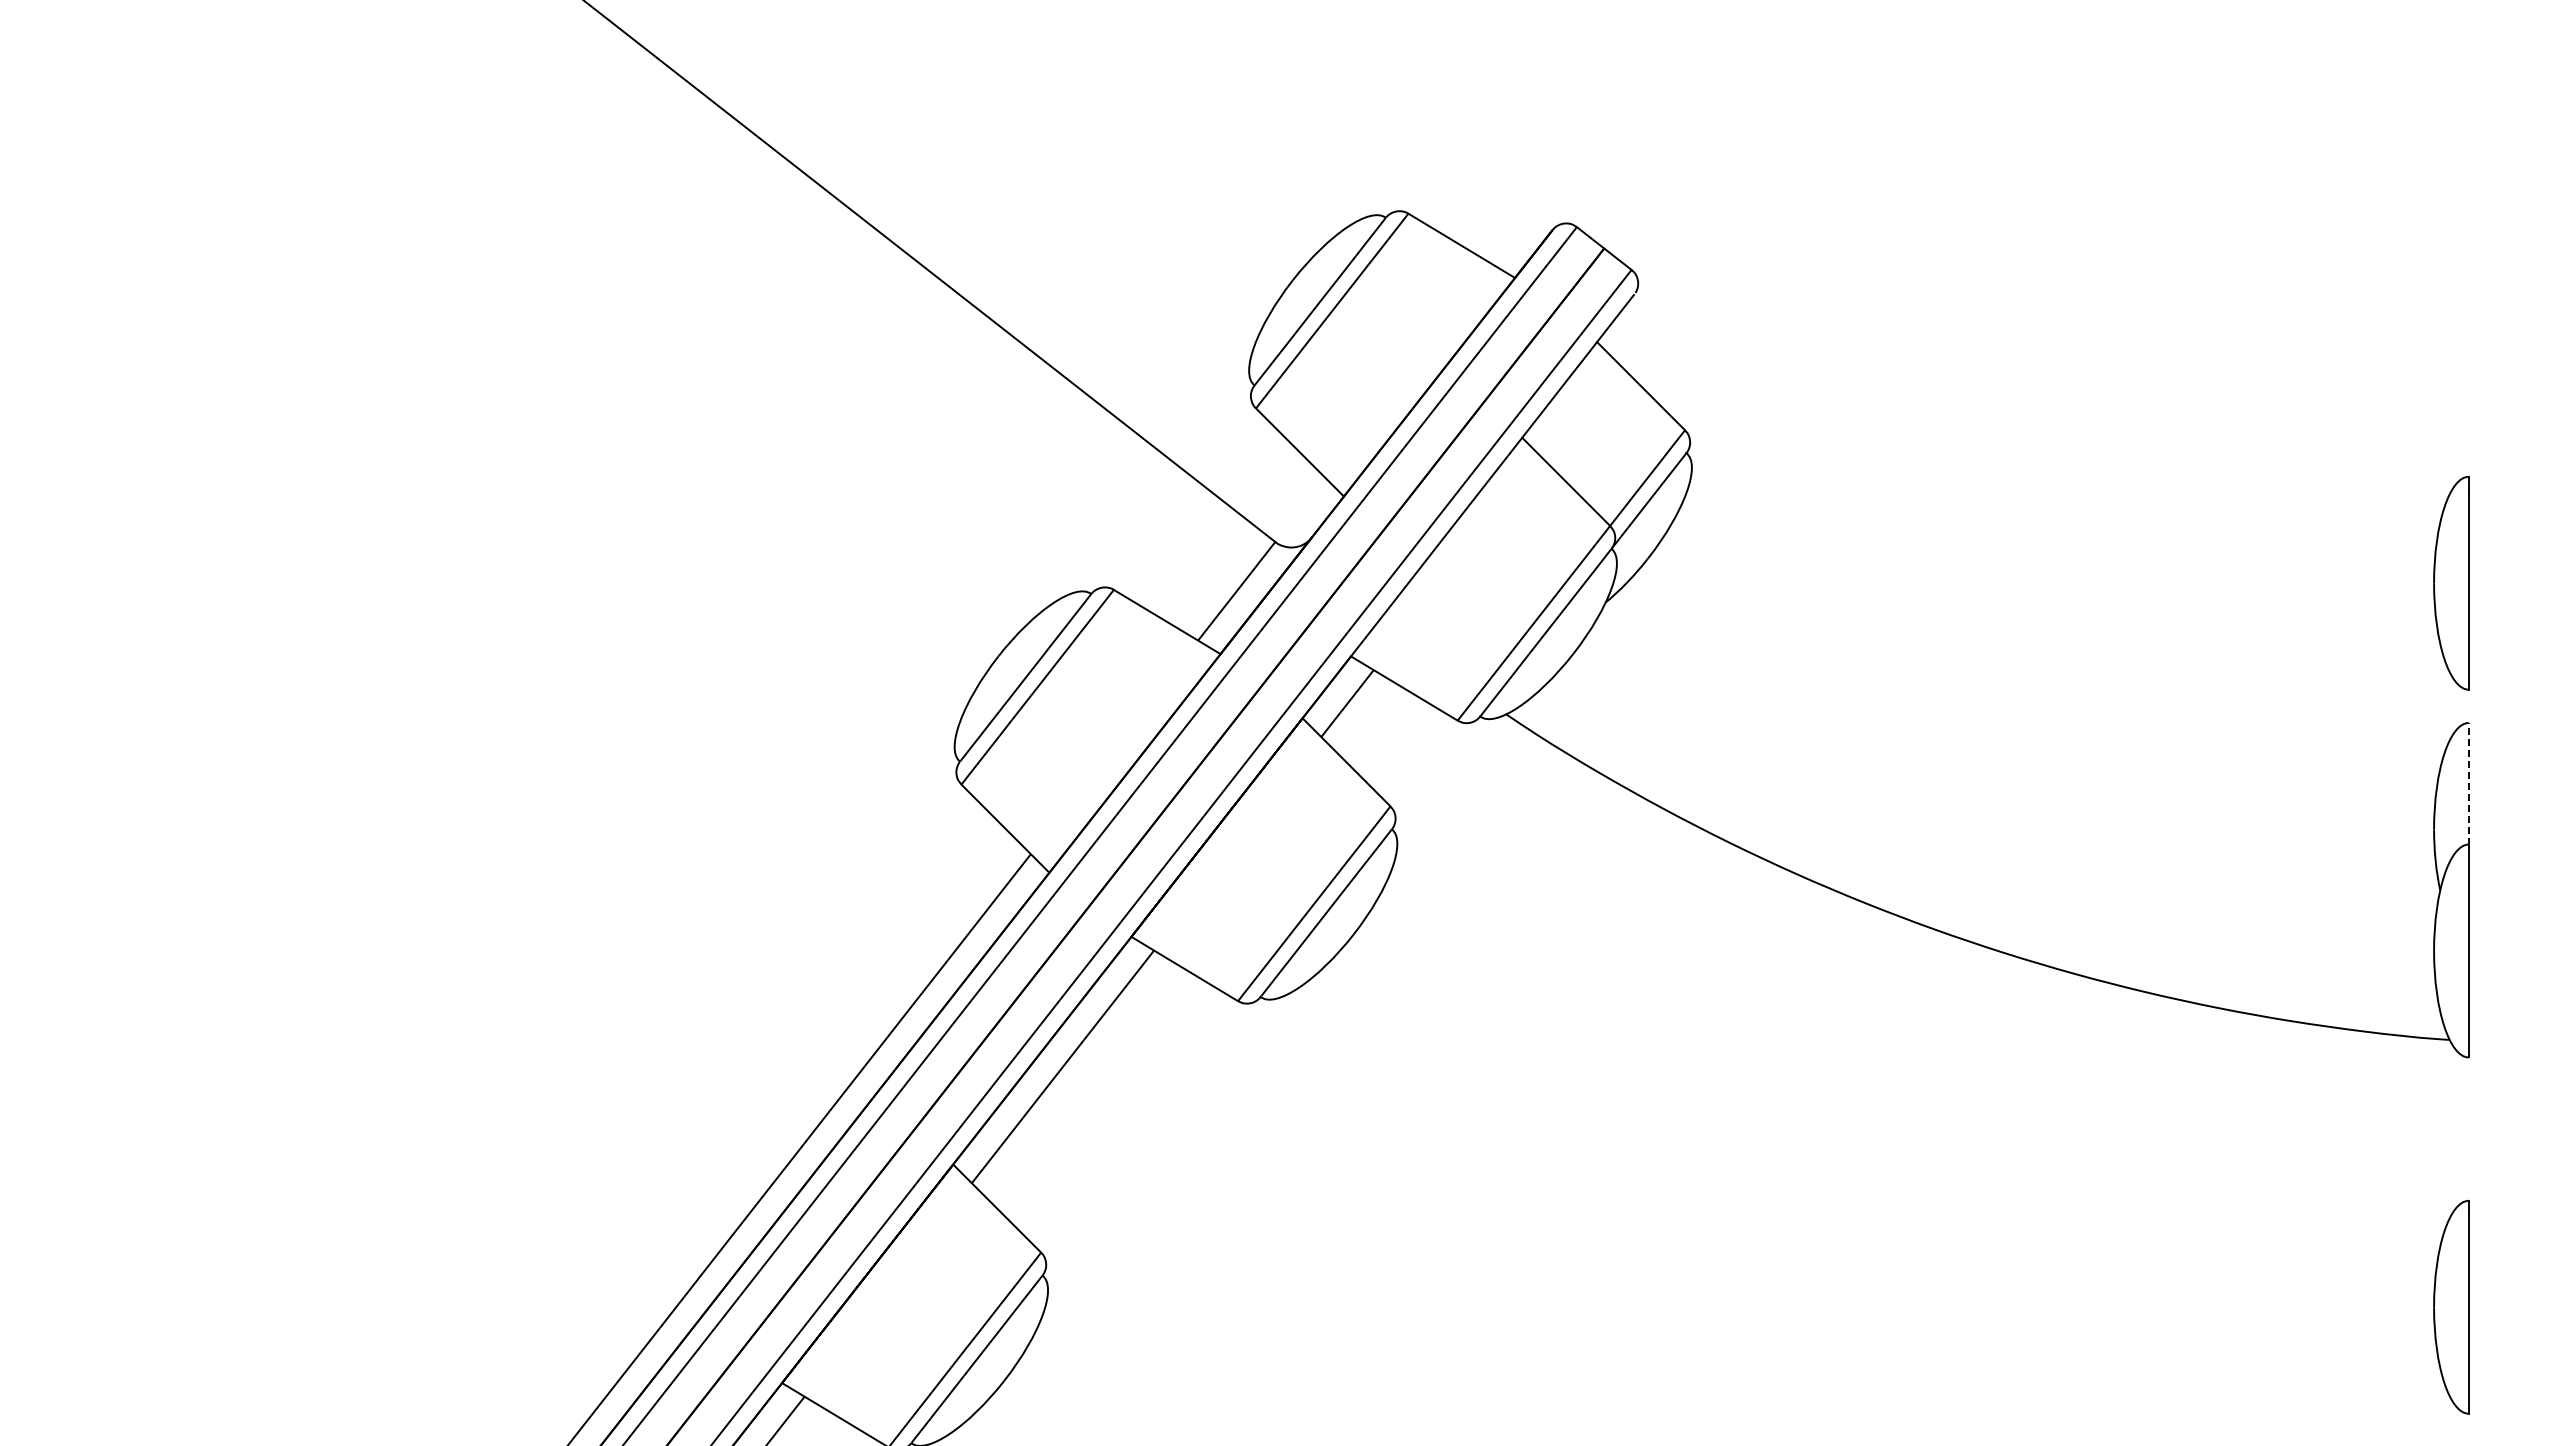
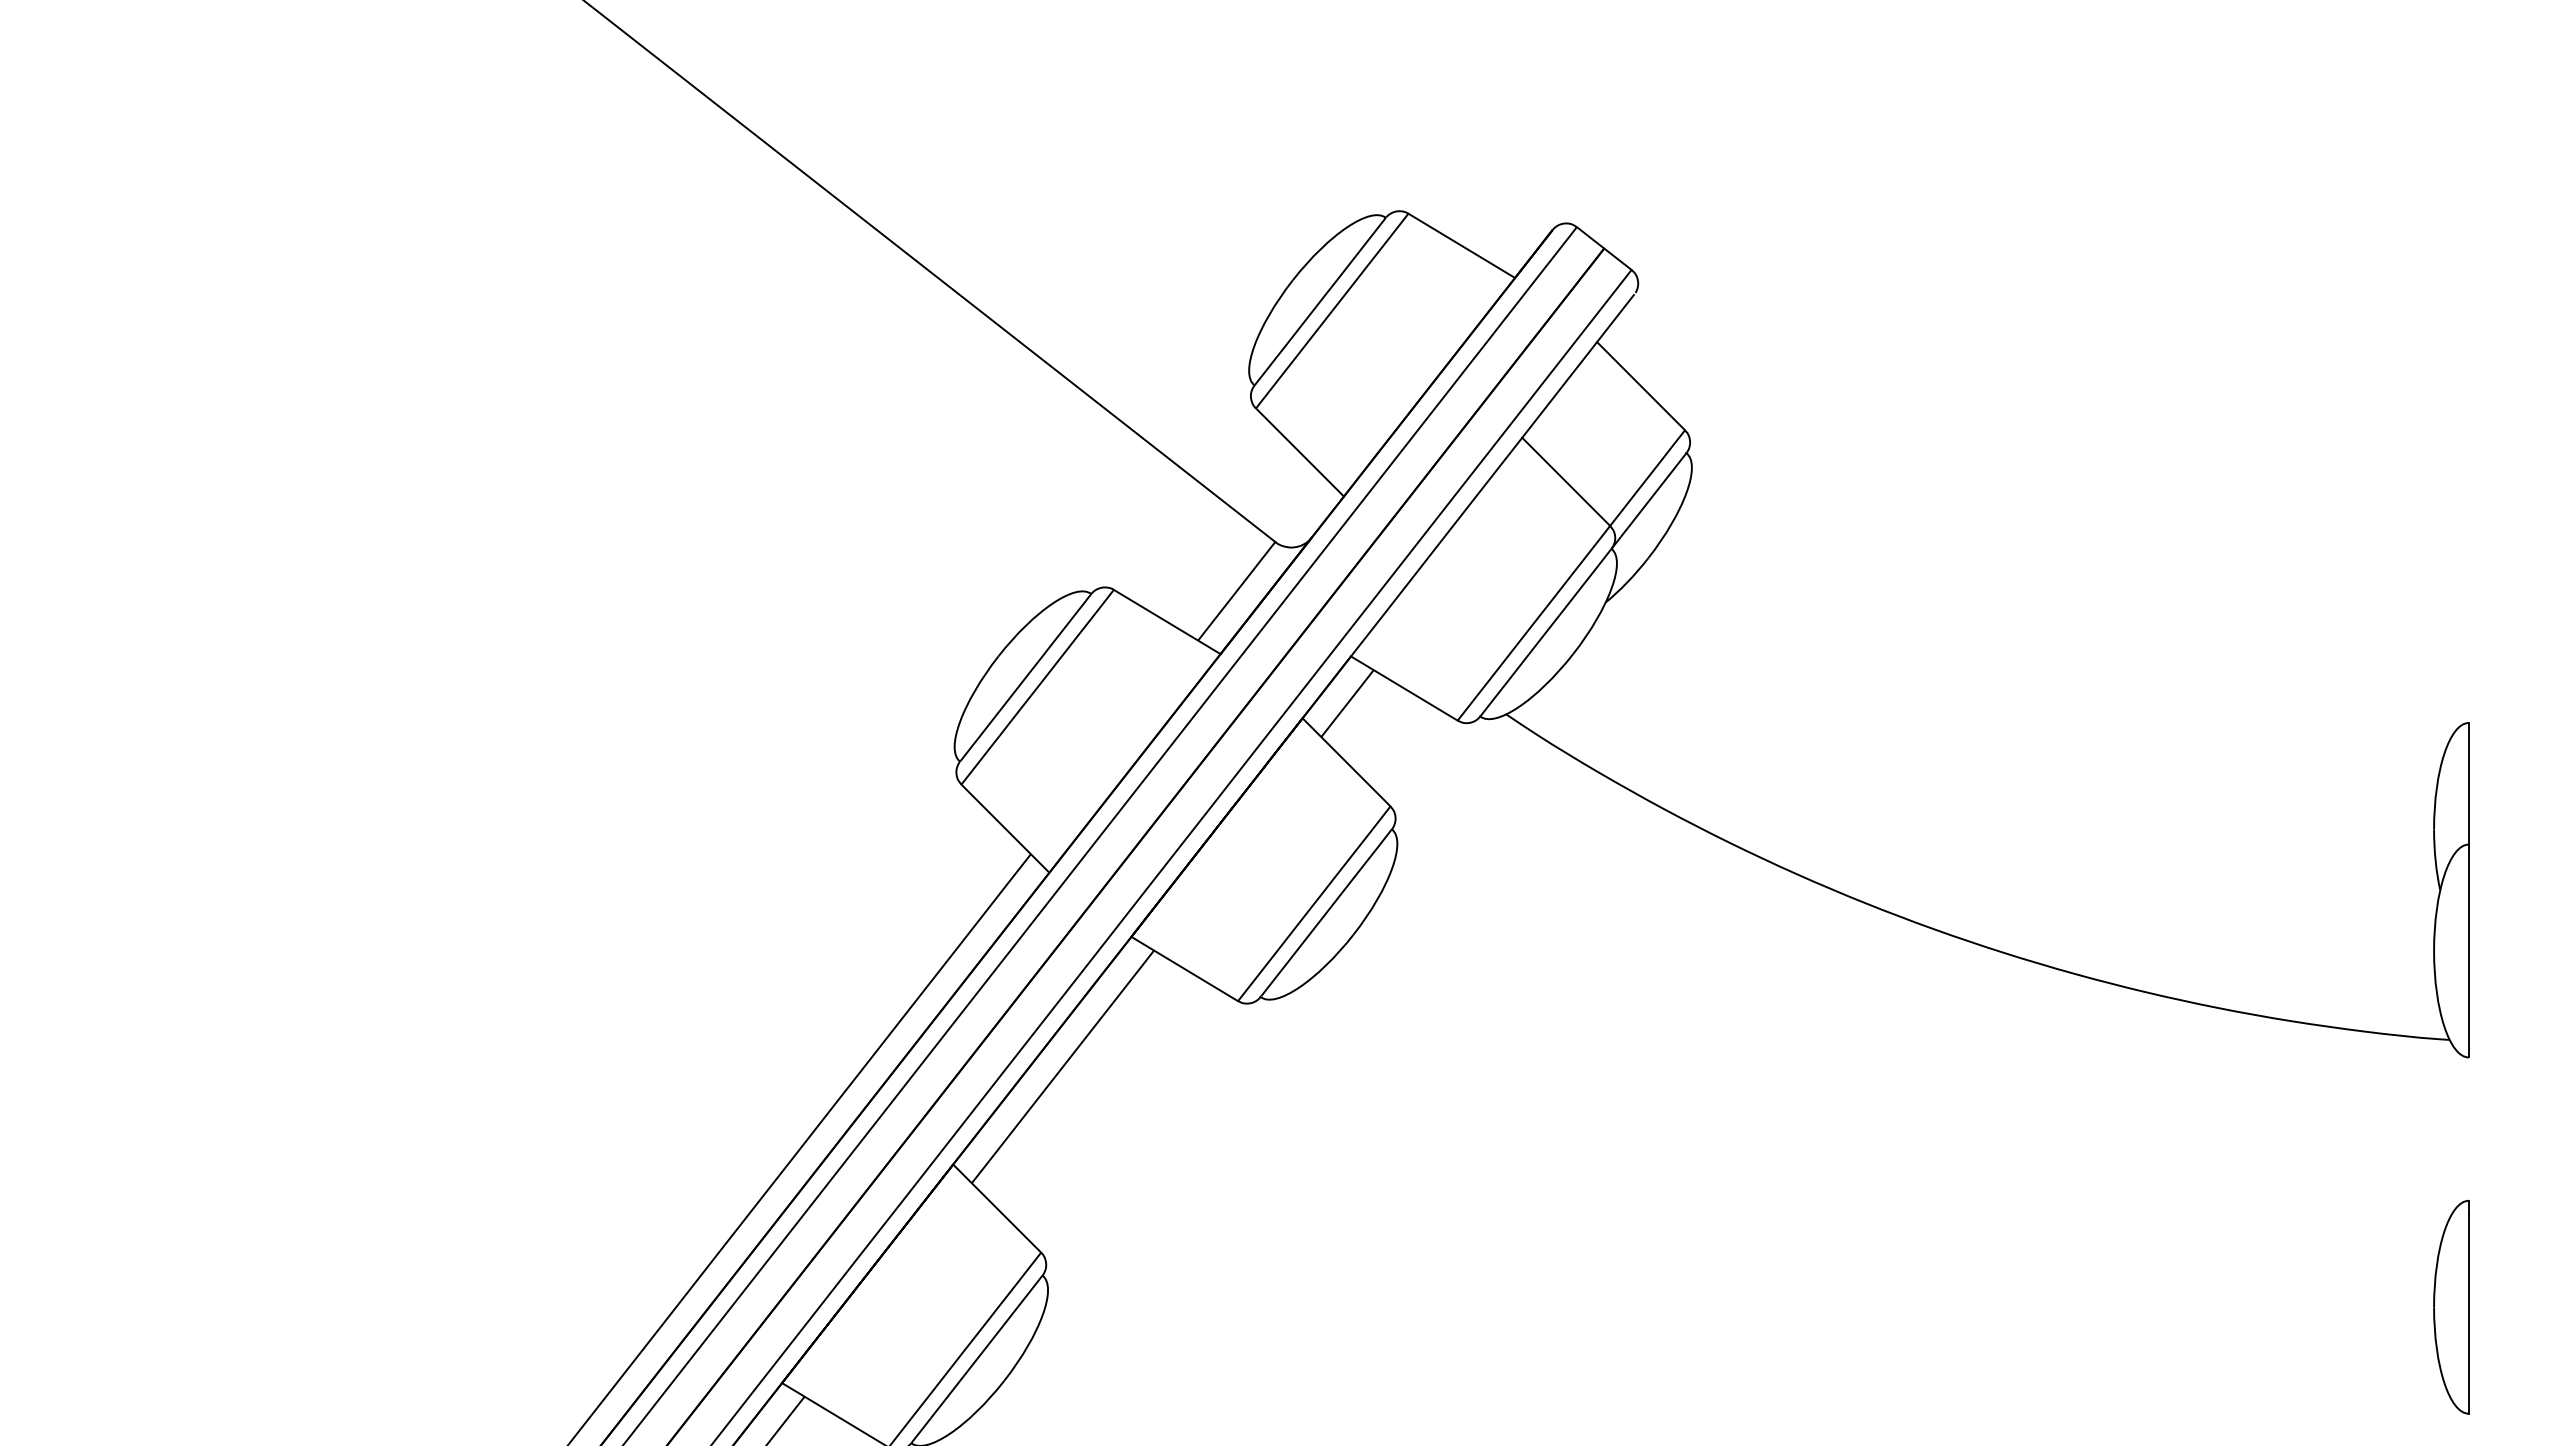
part at (2451, 583): present -> none
line at (2468, 784): dashed -> solid
